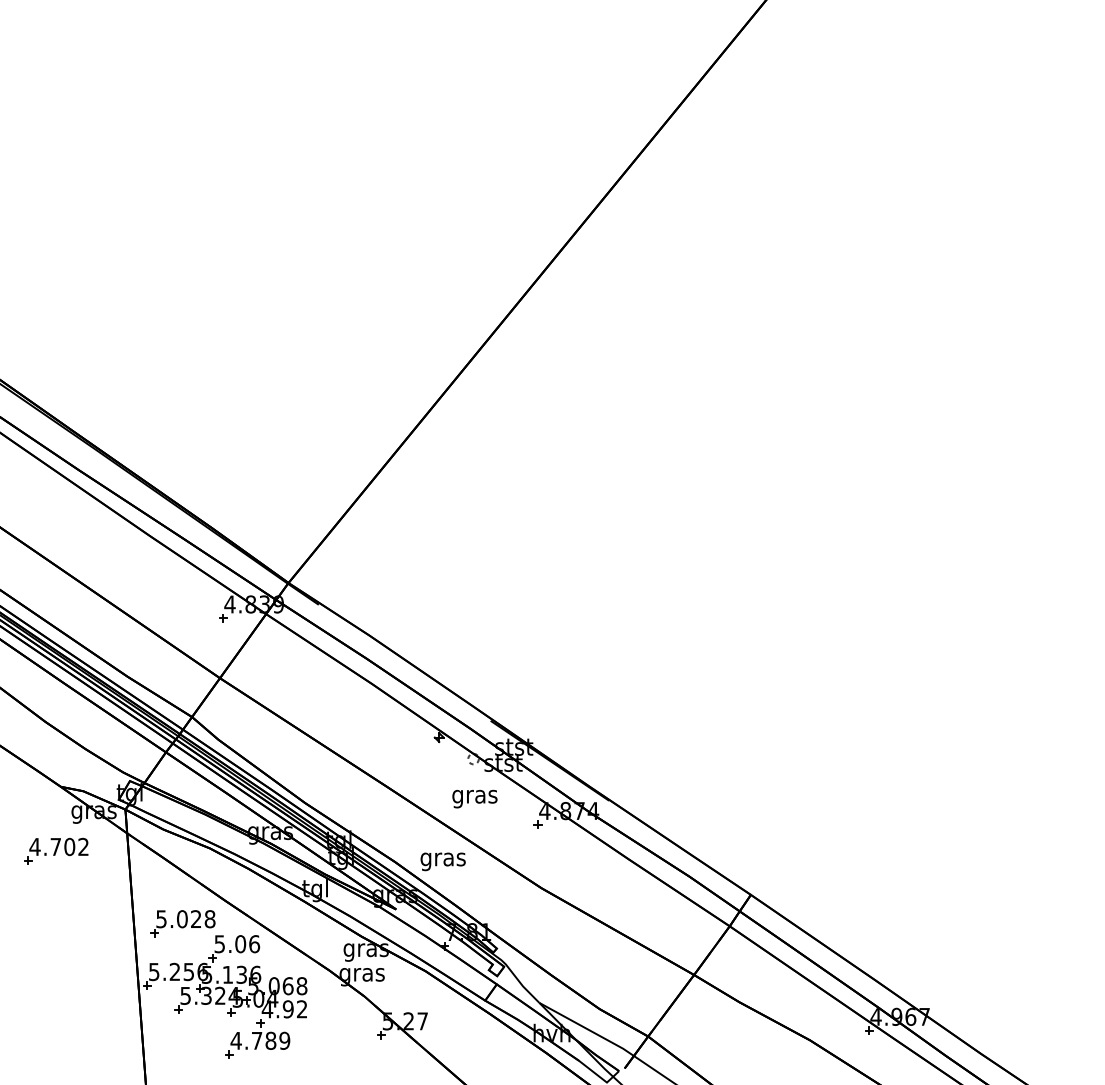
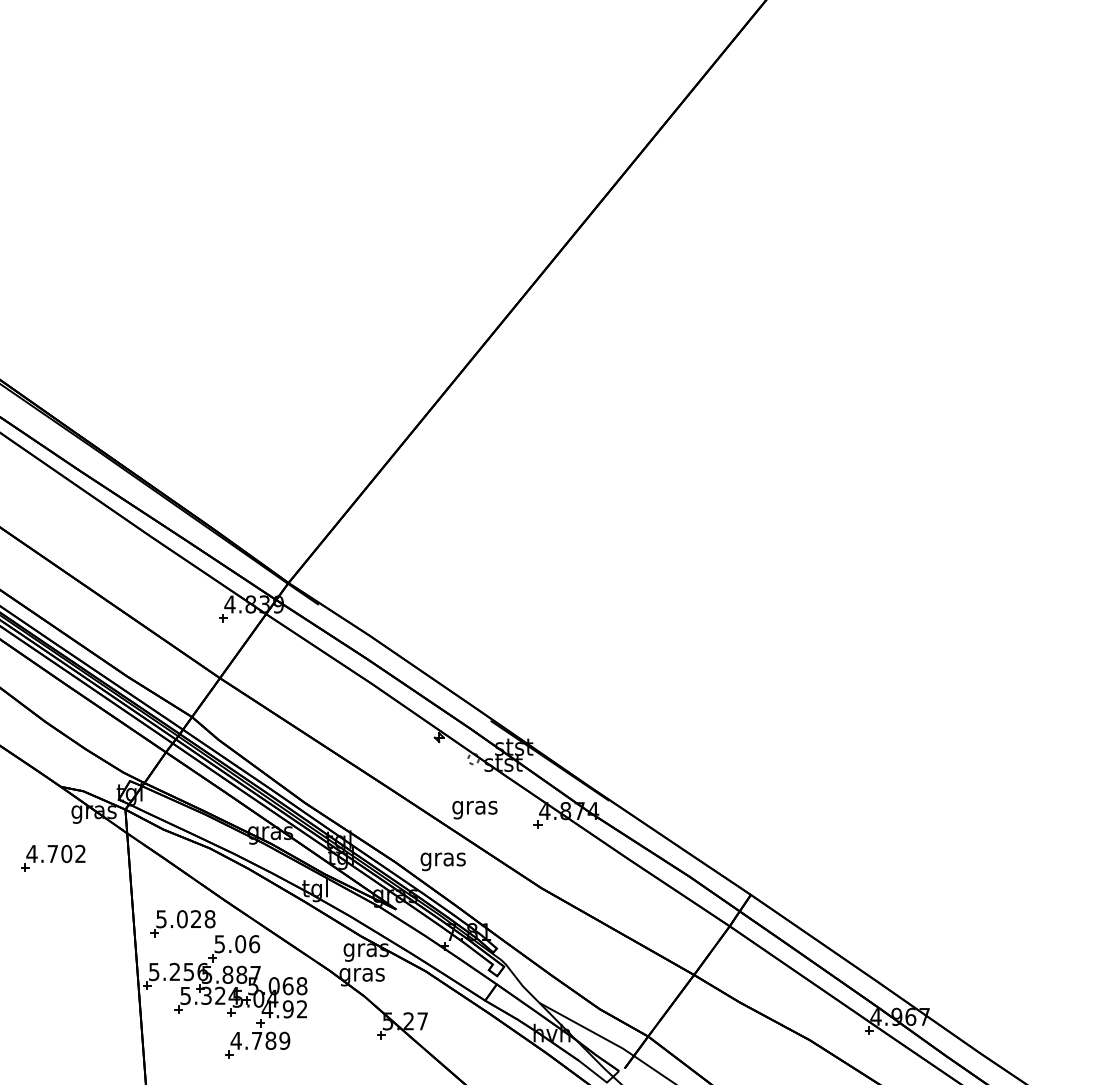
text at (474, 798) position: (474, 798) -> (474, 809)
part at (56, 850) position: (56, 850) -> (53, 857)
text at (241, 974): 5.136 -> 5.887
